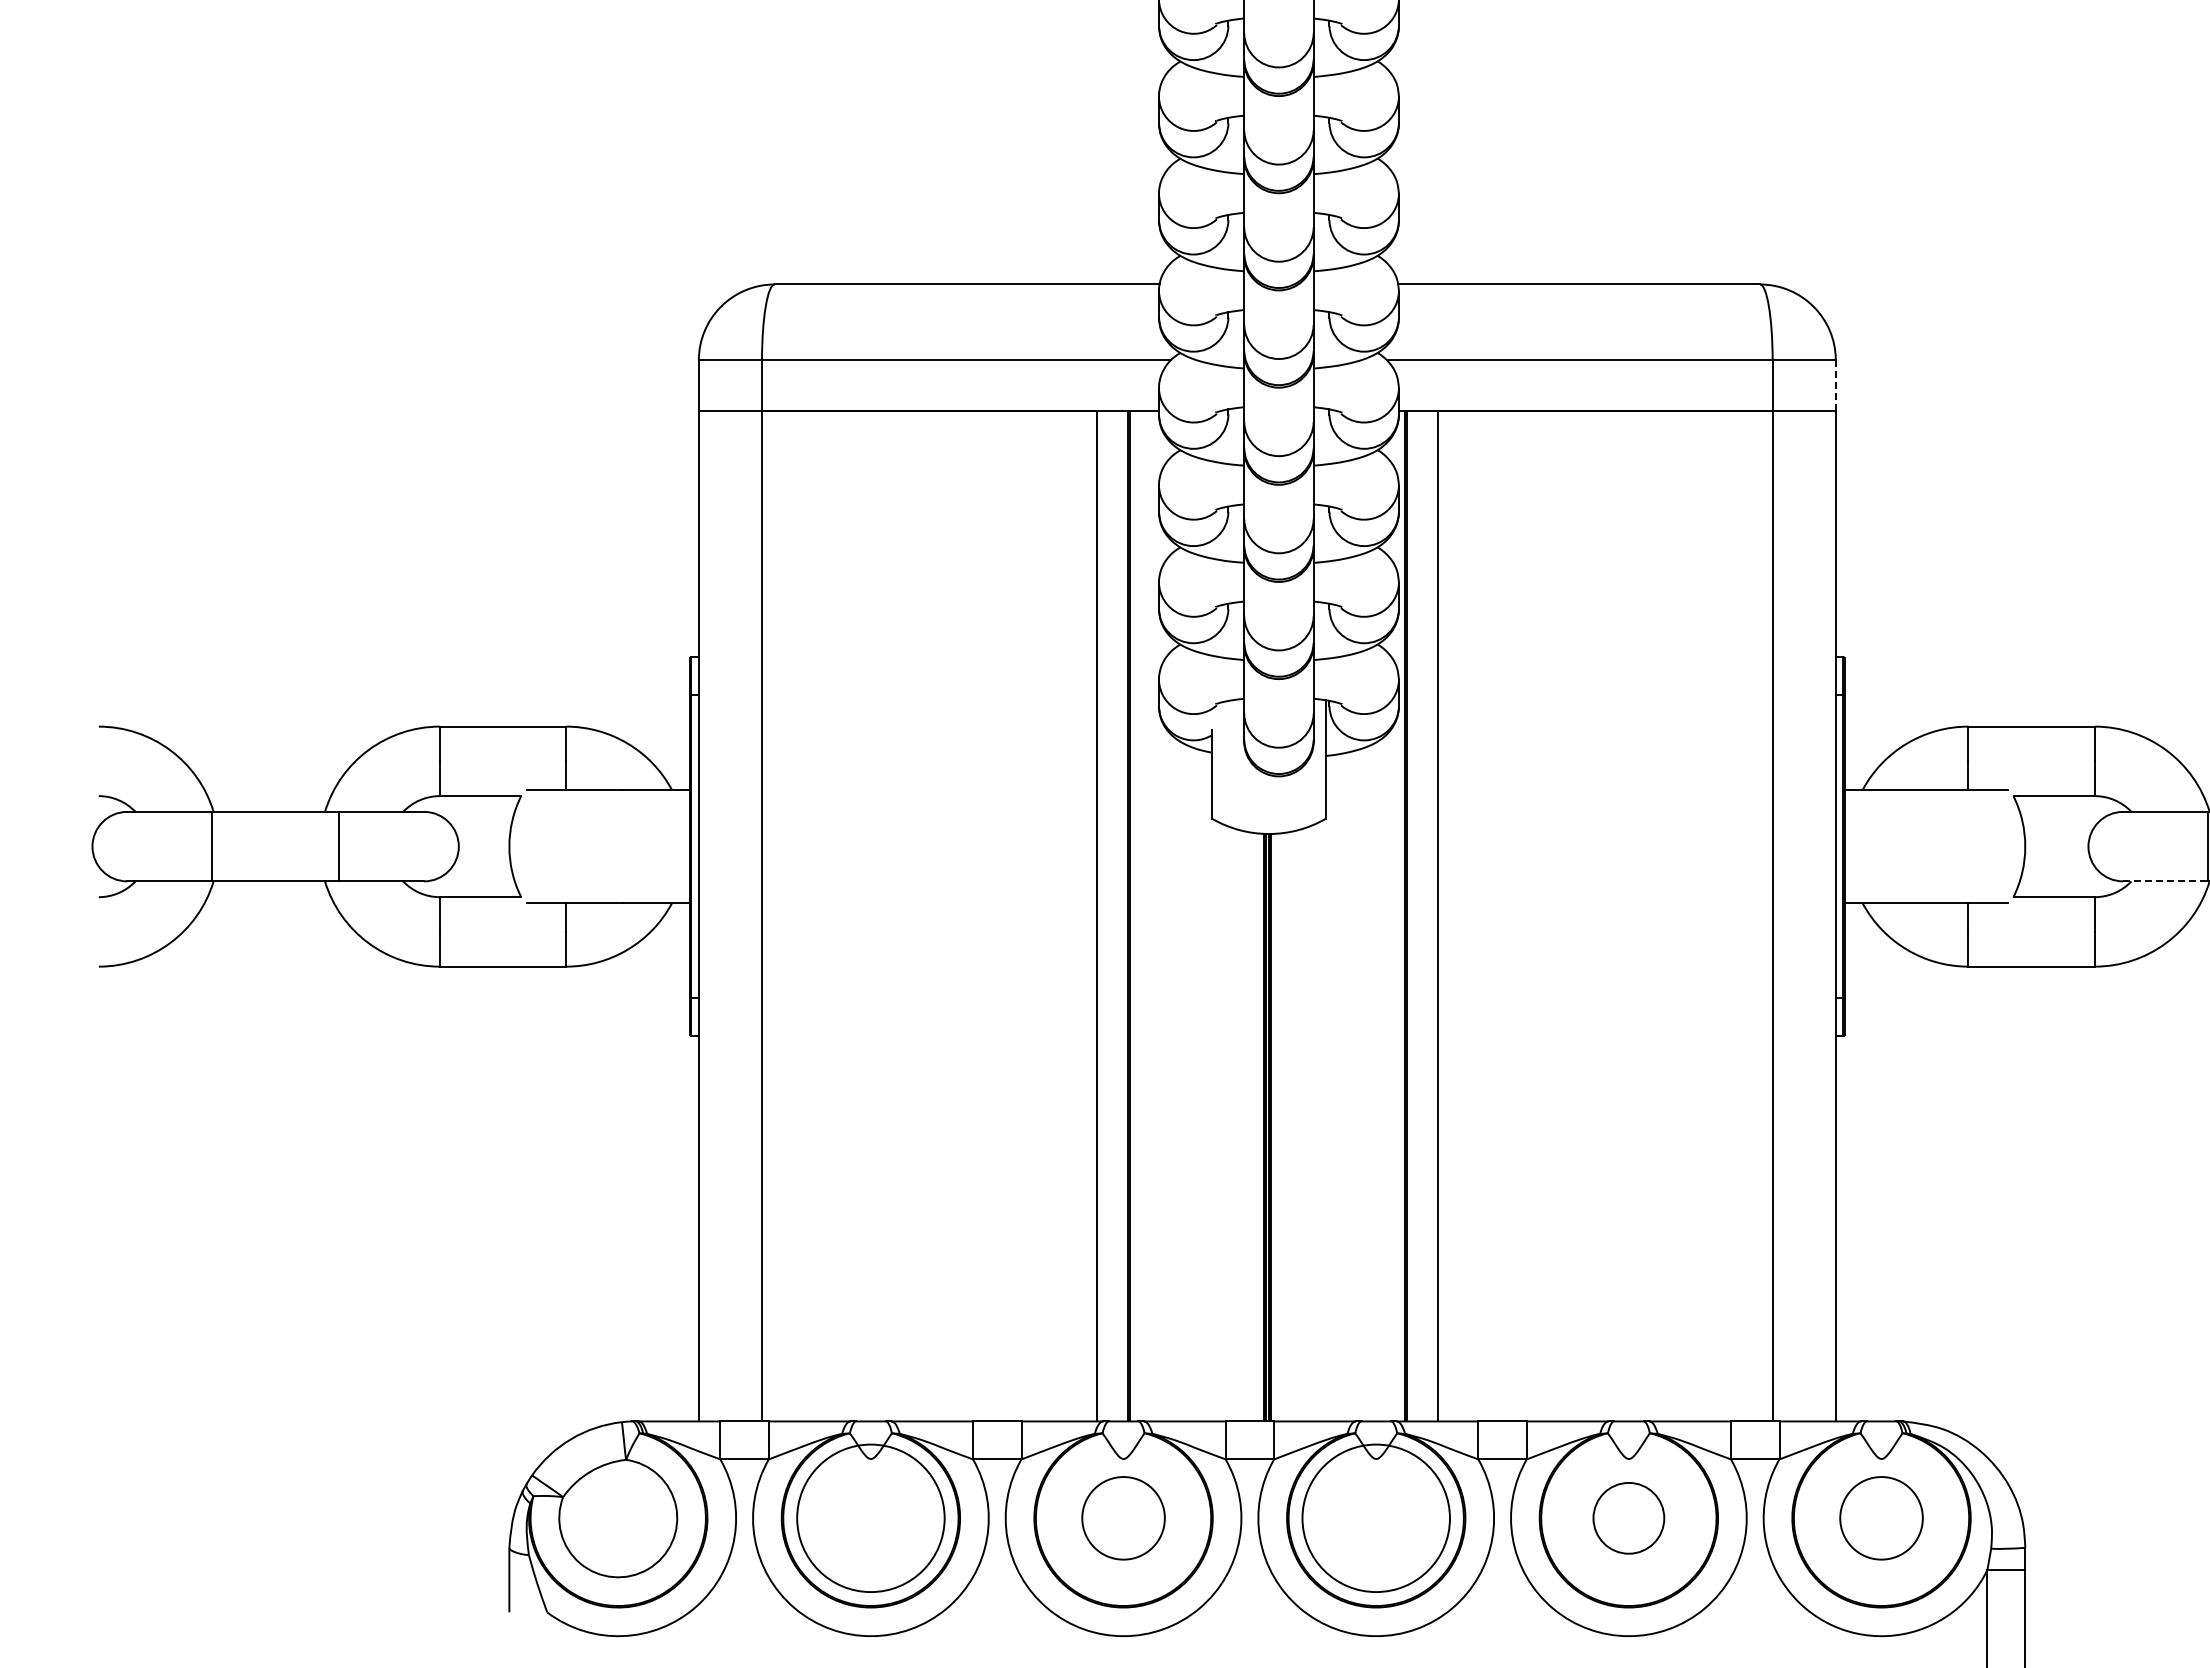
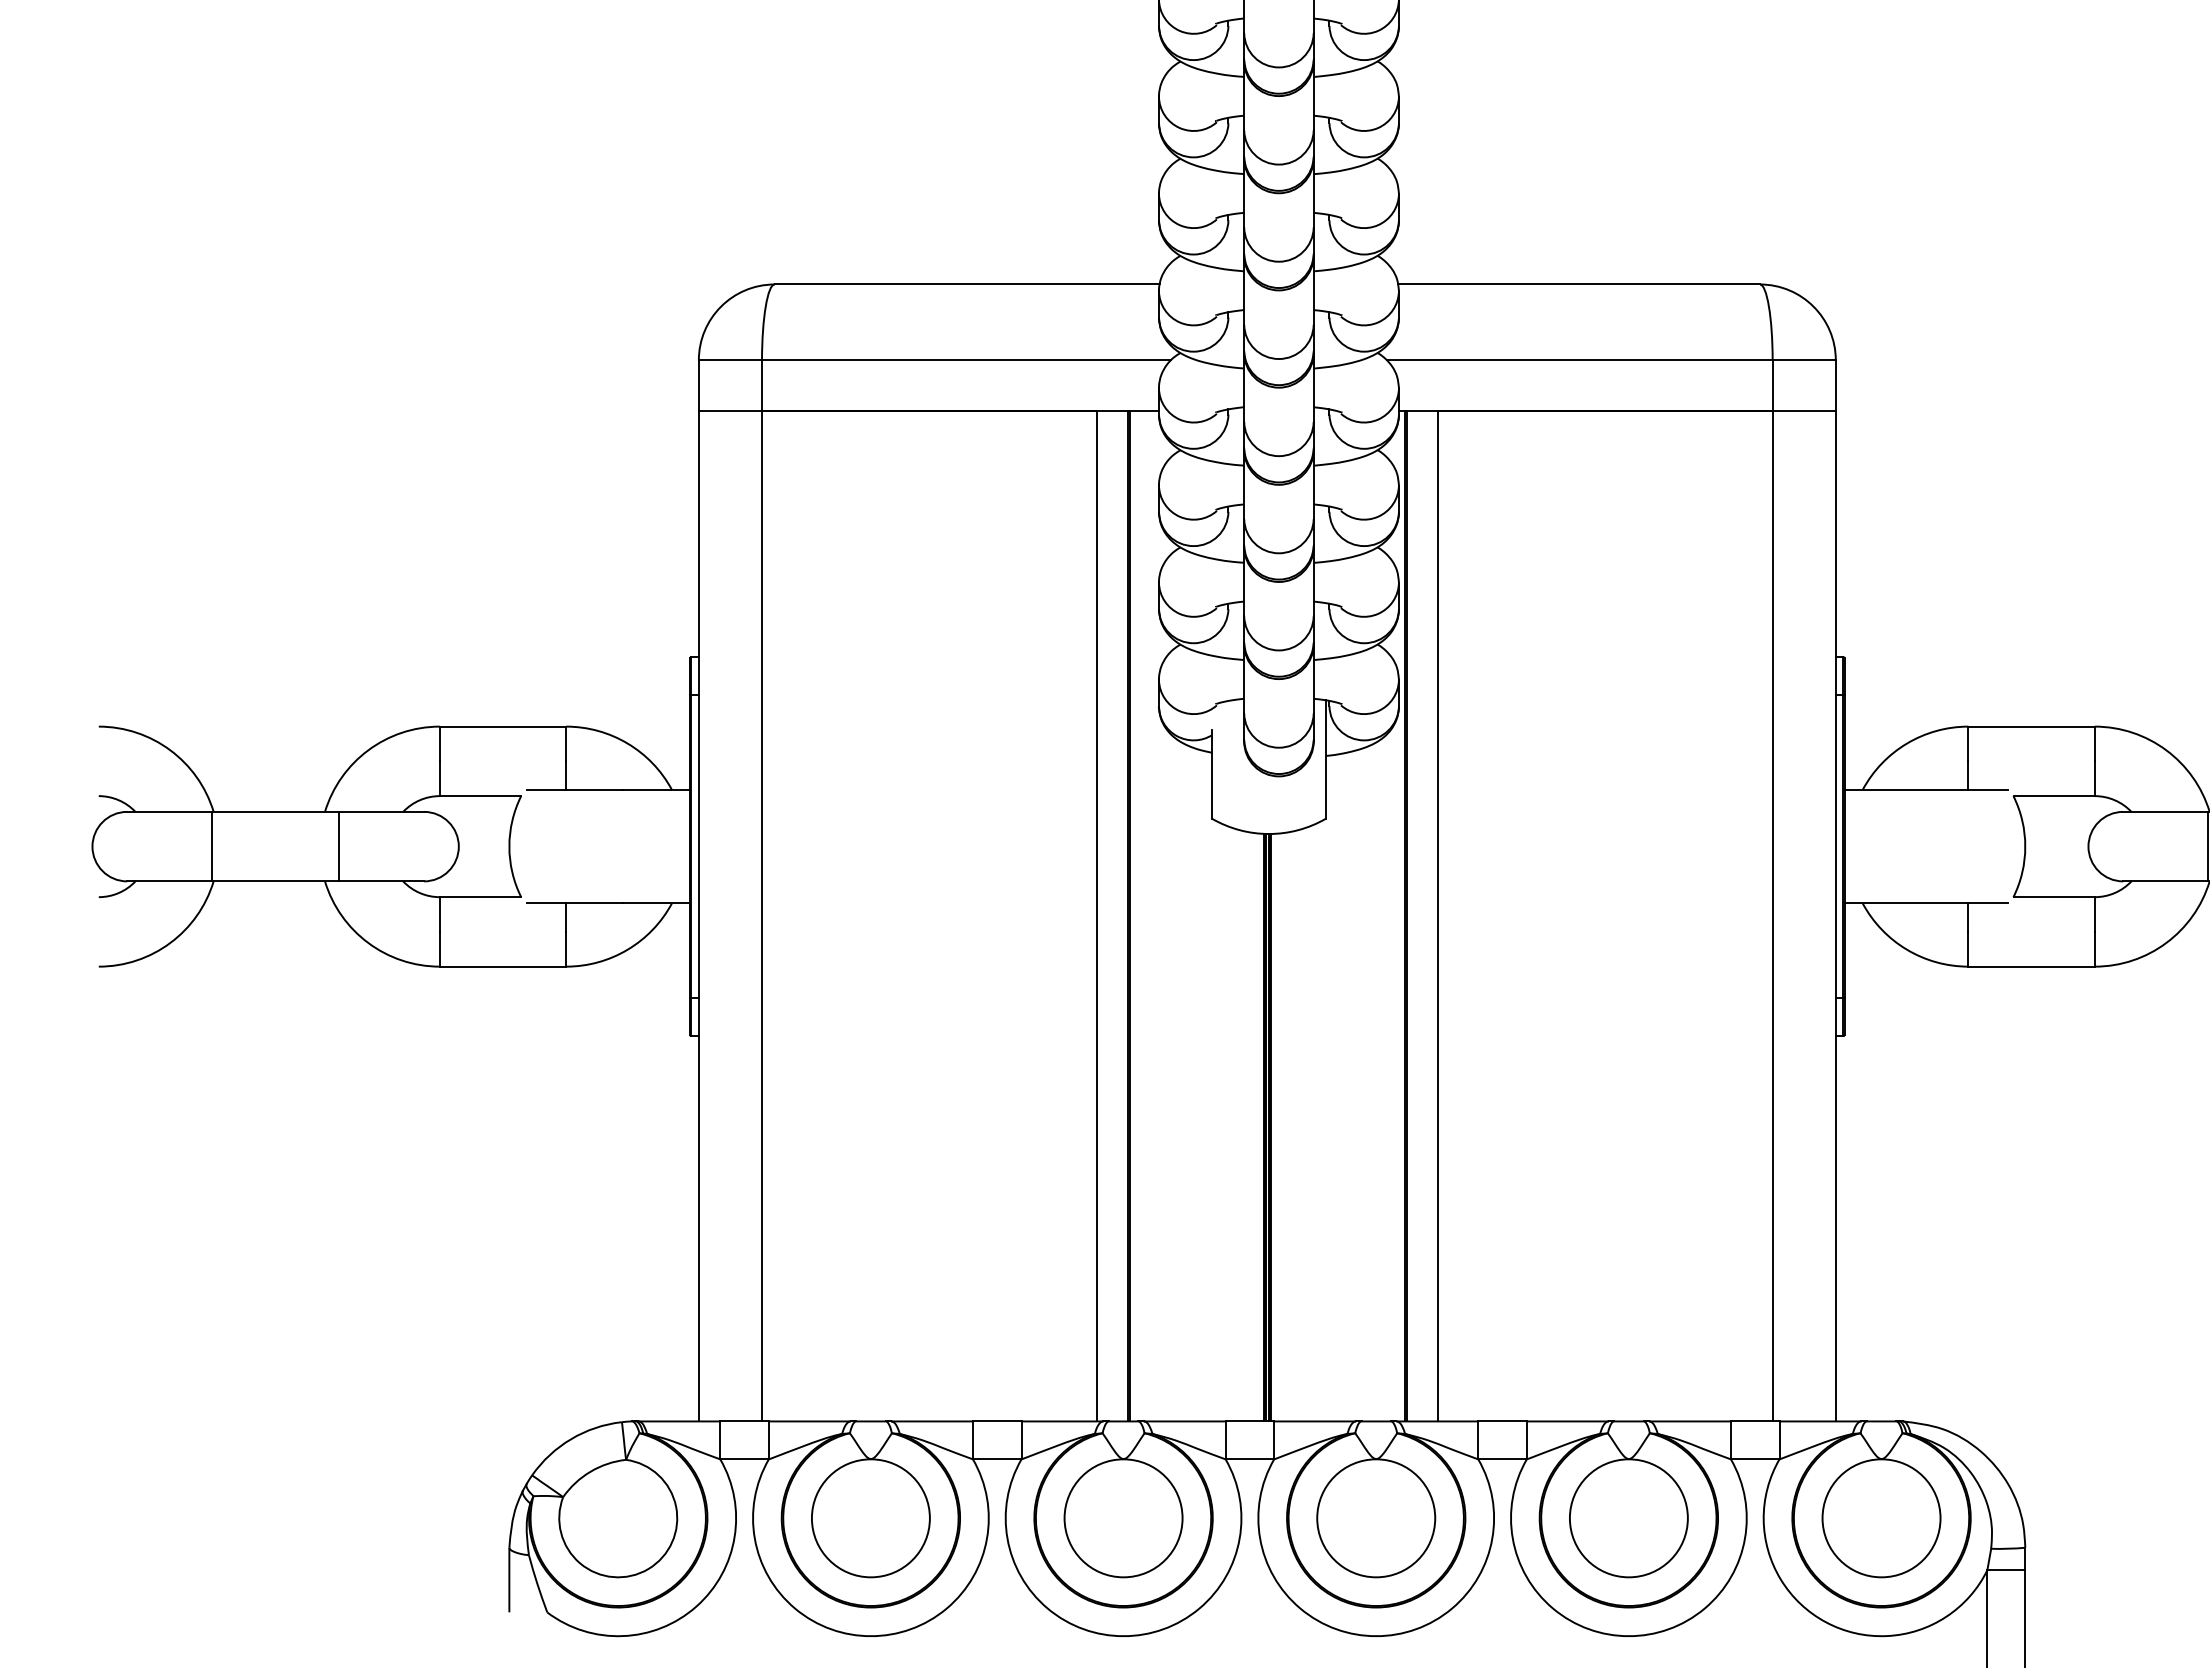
line at (1835, 386): dashed -> solid
line at (2165, 881): dashed -> solid
circle at (1628, 1517) diameter: 71 px -> 118 px
circle at (870, 1518) diameter: 147 px -> 118 px
circle at (1123, 1518) diameter: 83 px -> 118 px
circle at (1375, 1518) diameter: 147 px -> 118 px
circle at (1881, 1518) diameter: 83 px -> 118 px
